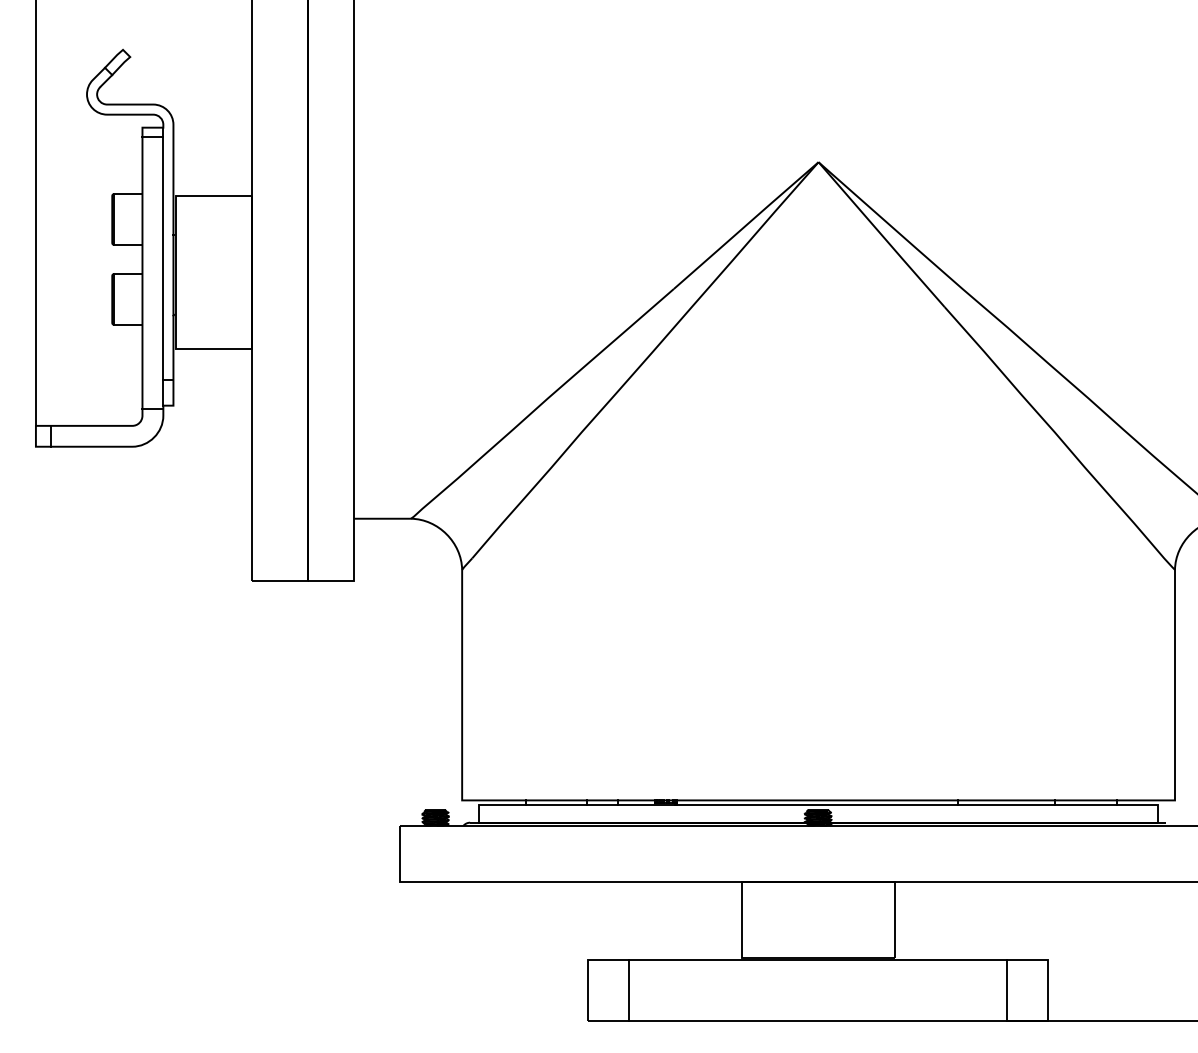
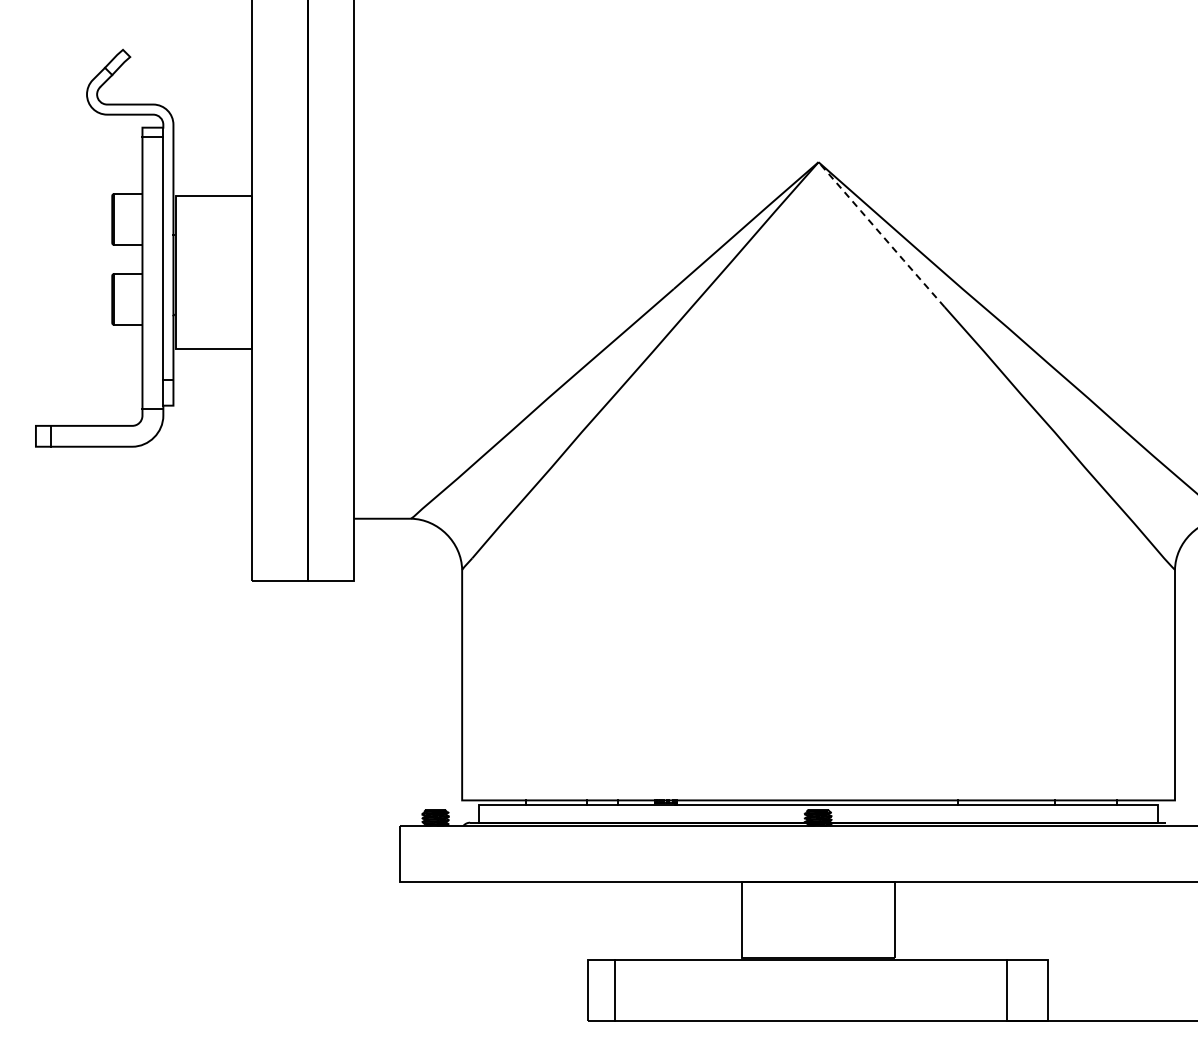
line at (35, 213): present -> none
line at (881, 234): solid -> dashed
line at (629, 990) position: (629, 990) -> (615, 990)
